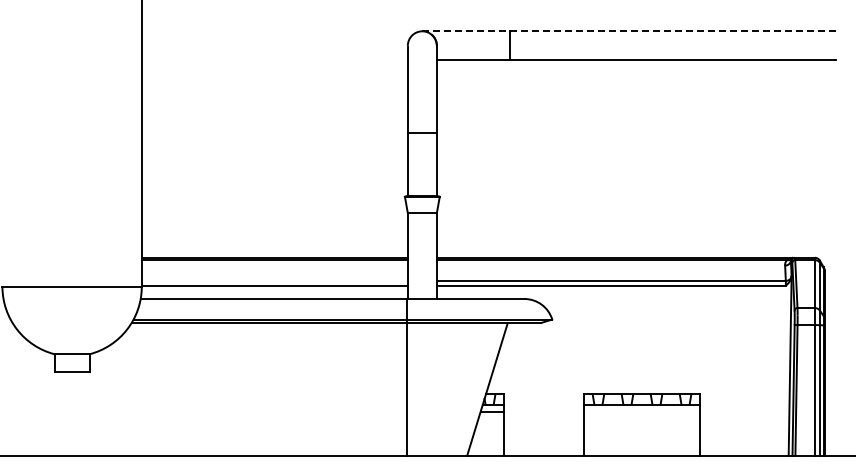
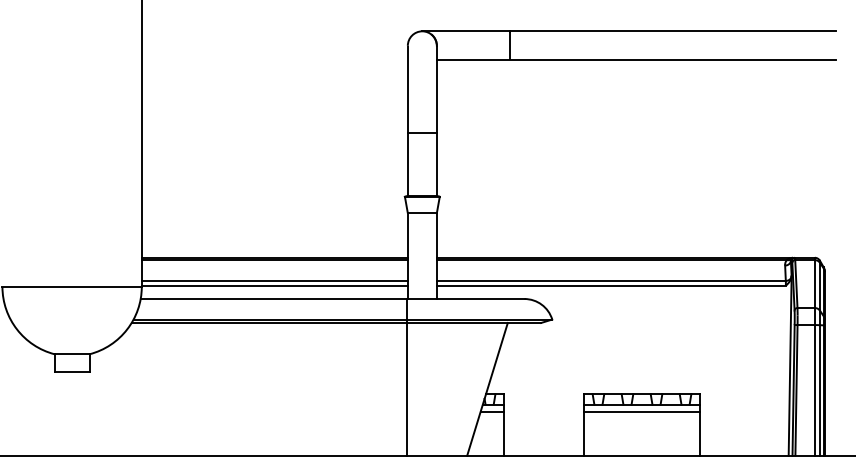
line at (629, 31): dashed -> solid
line at (274, 280): none -> present
line at (641, 411): none -> present
